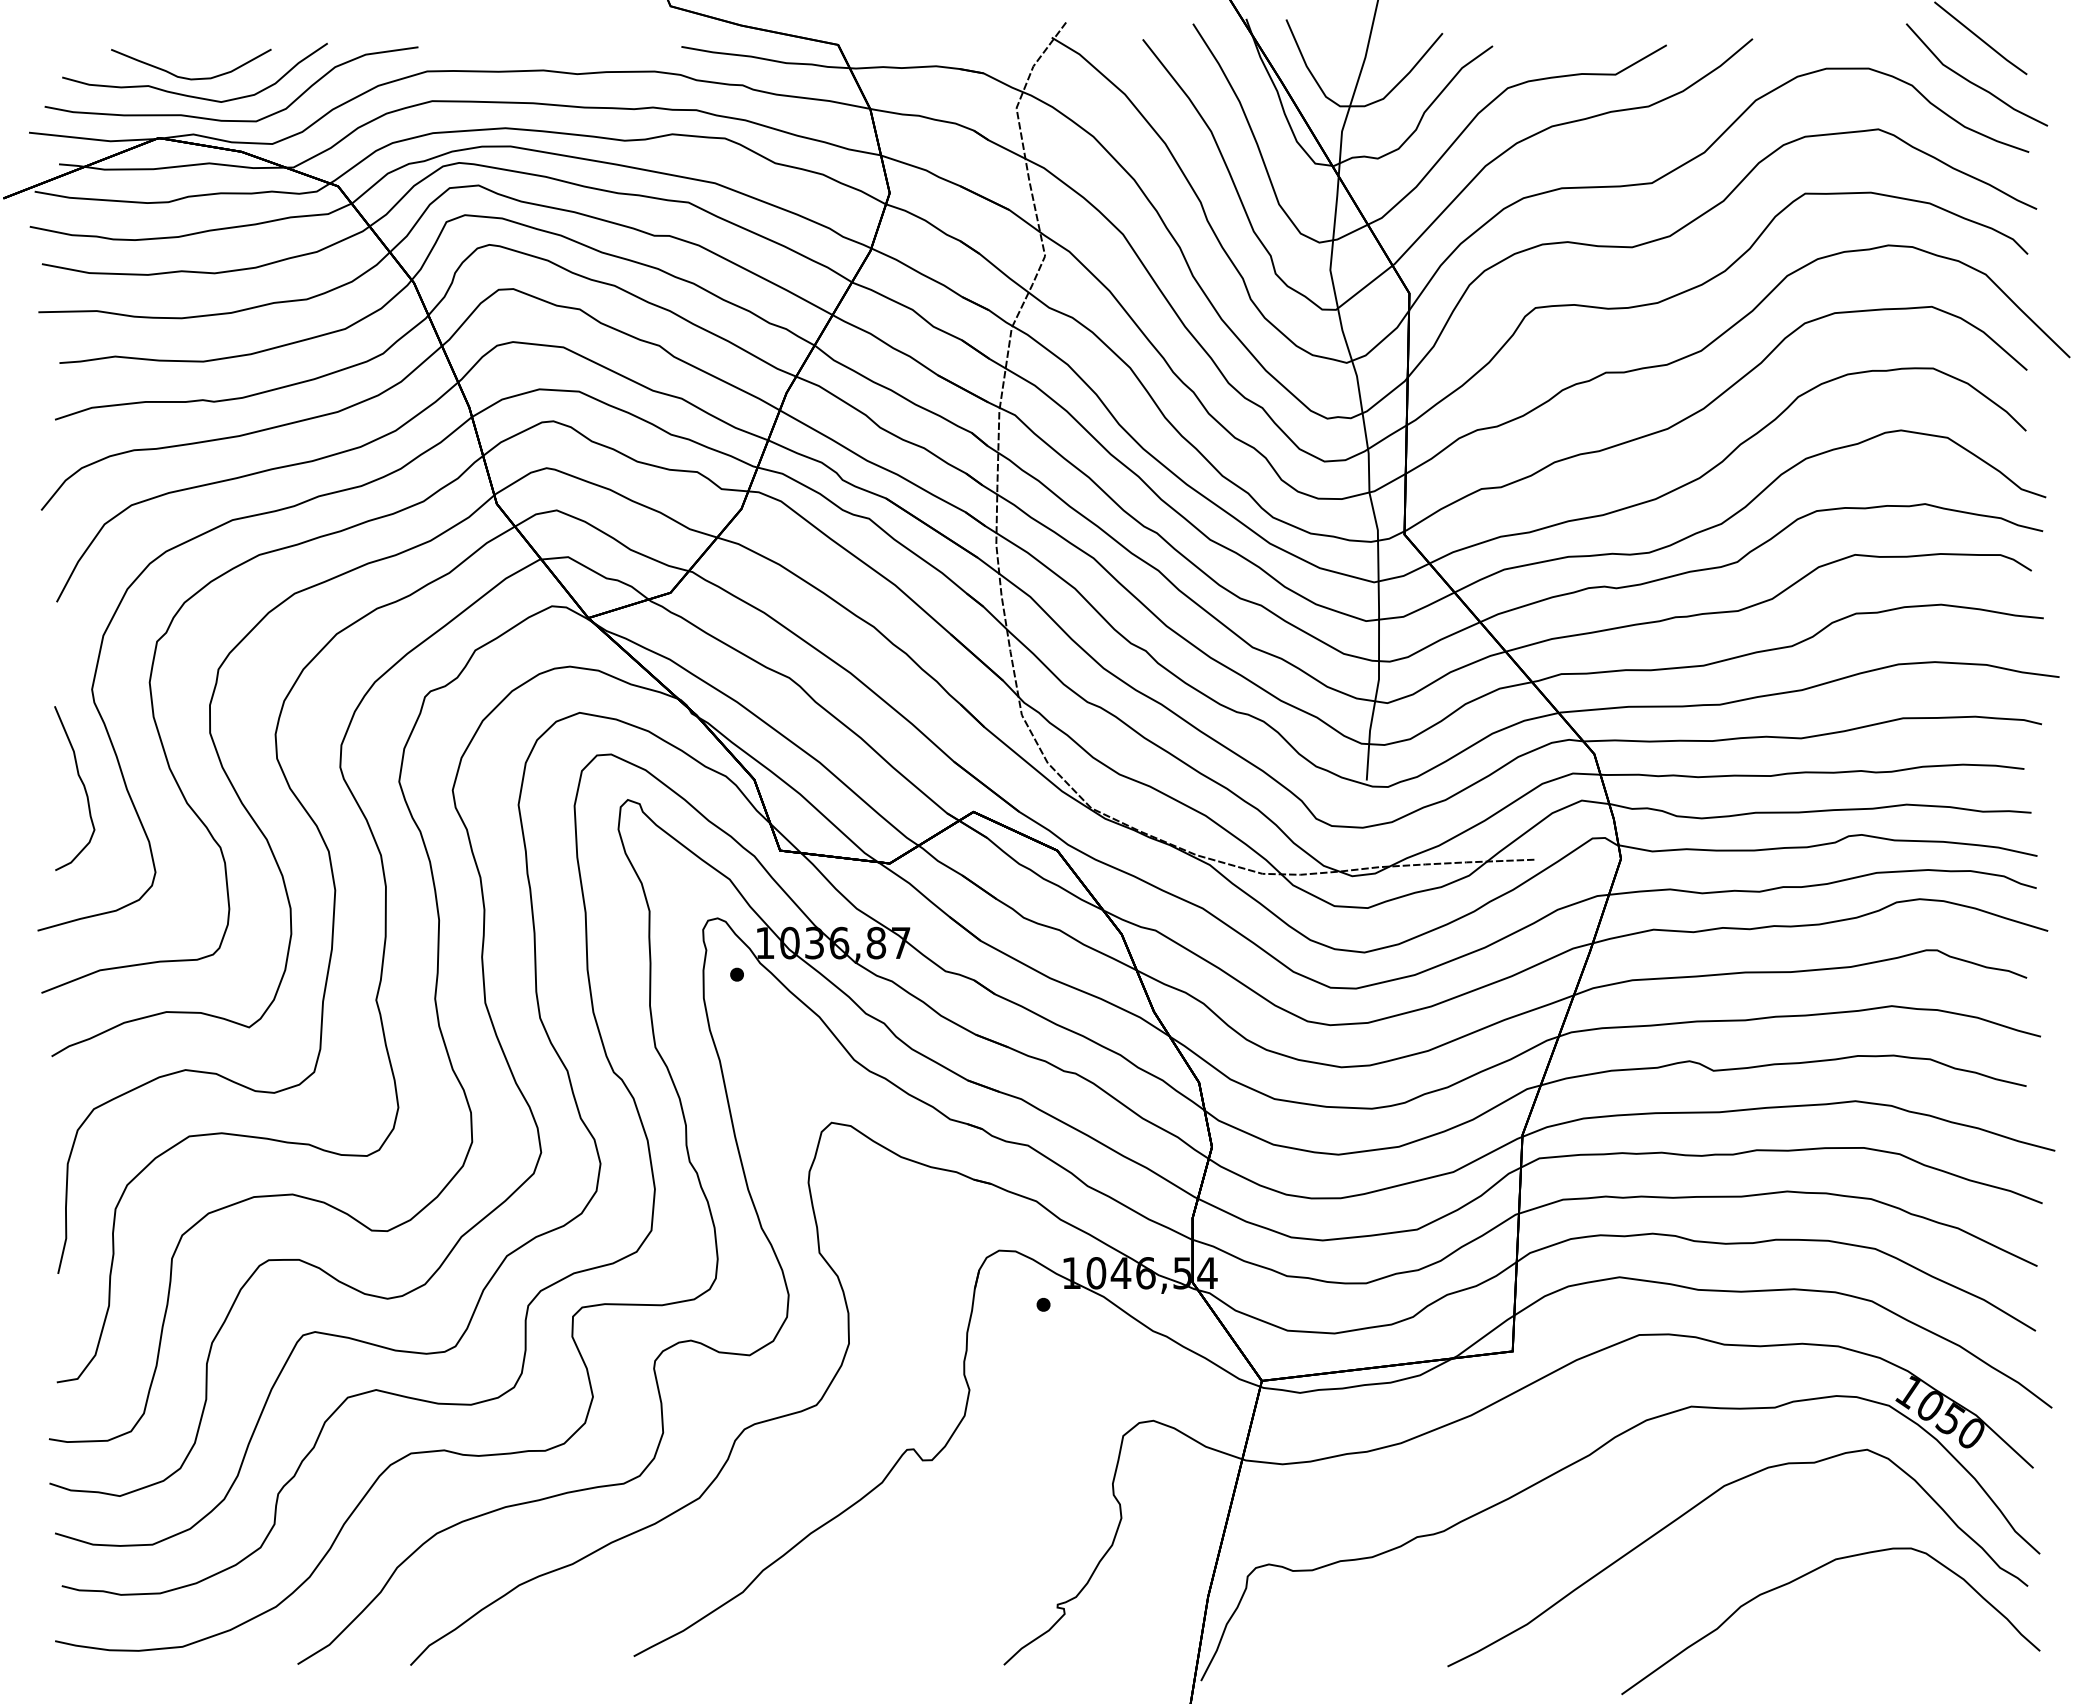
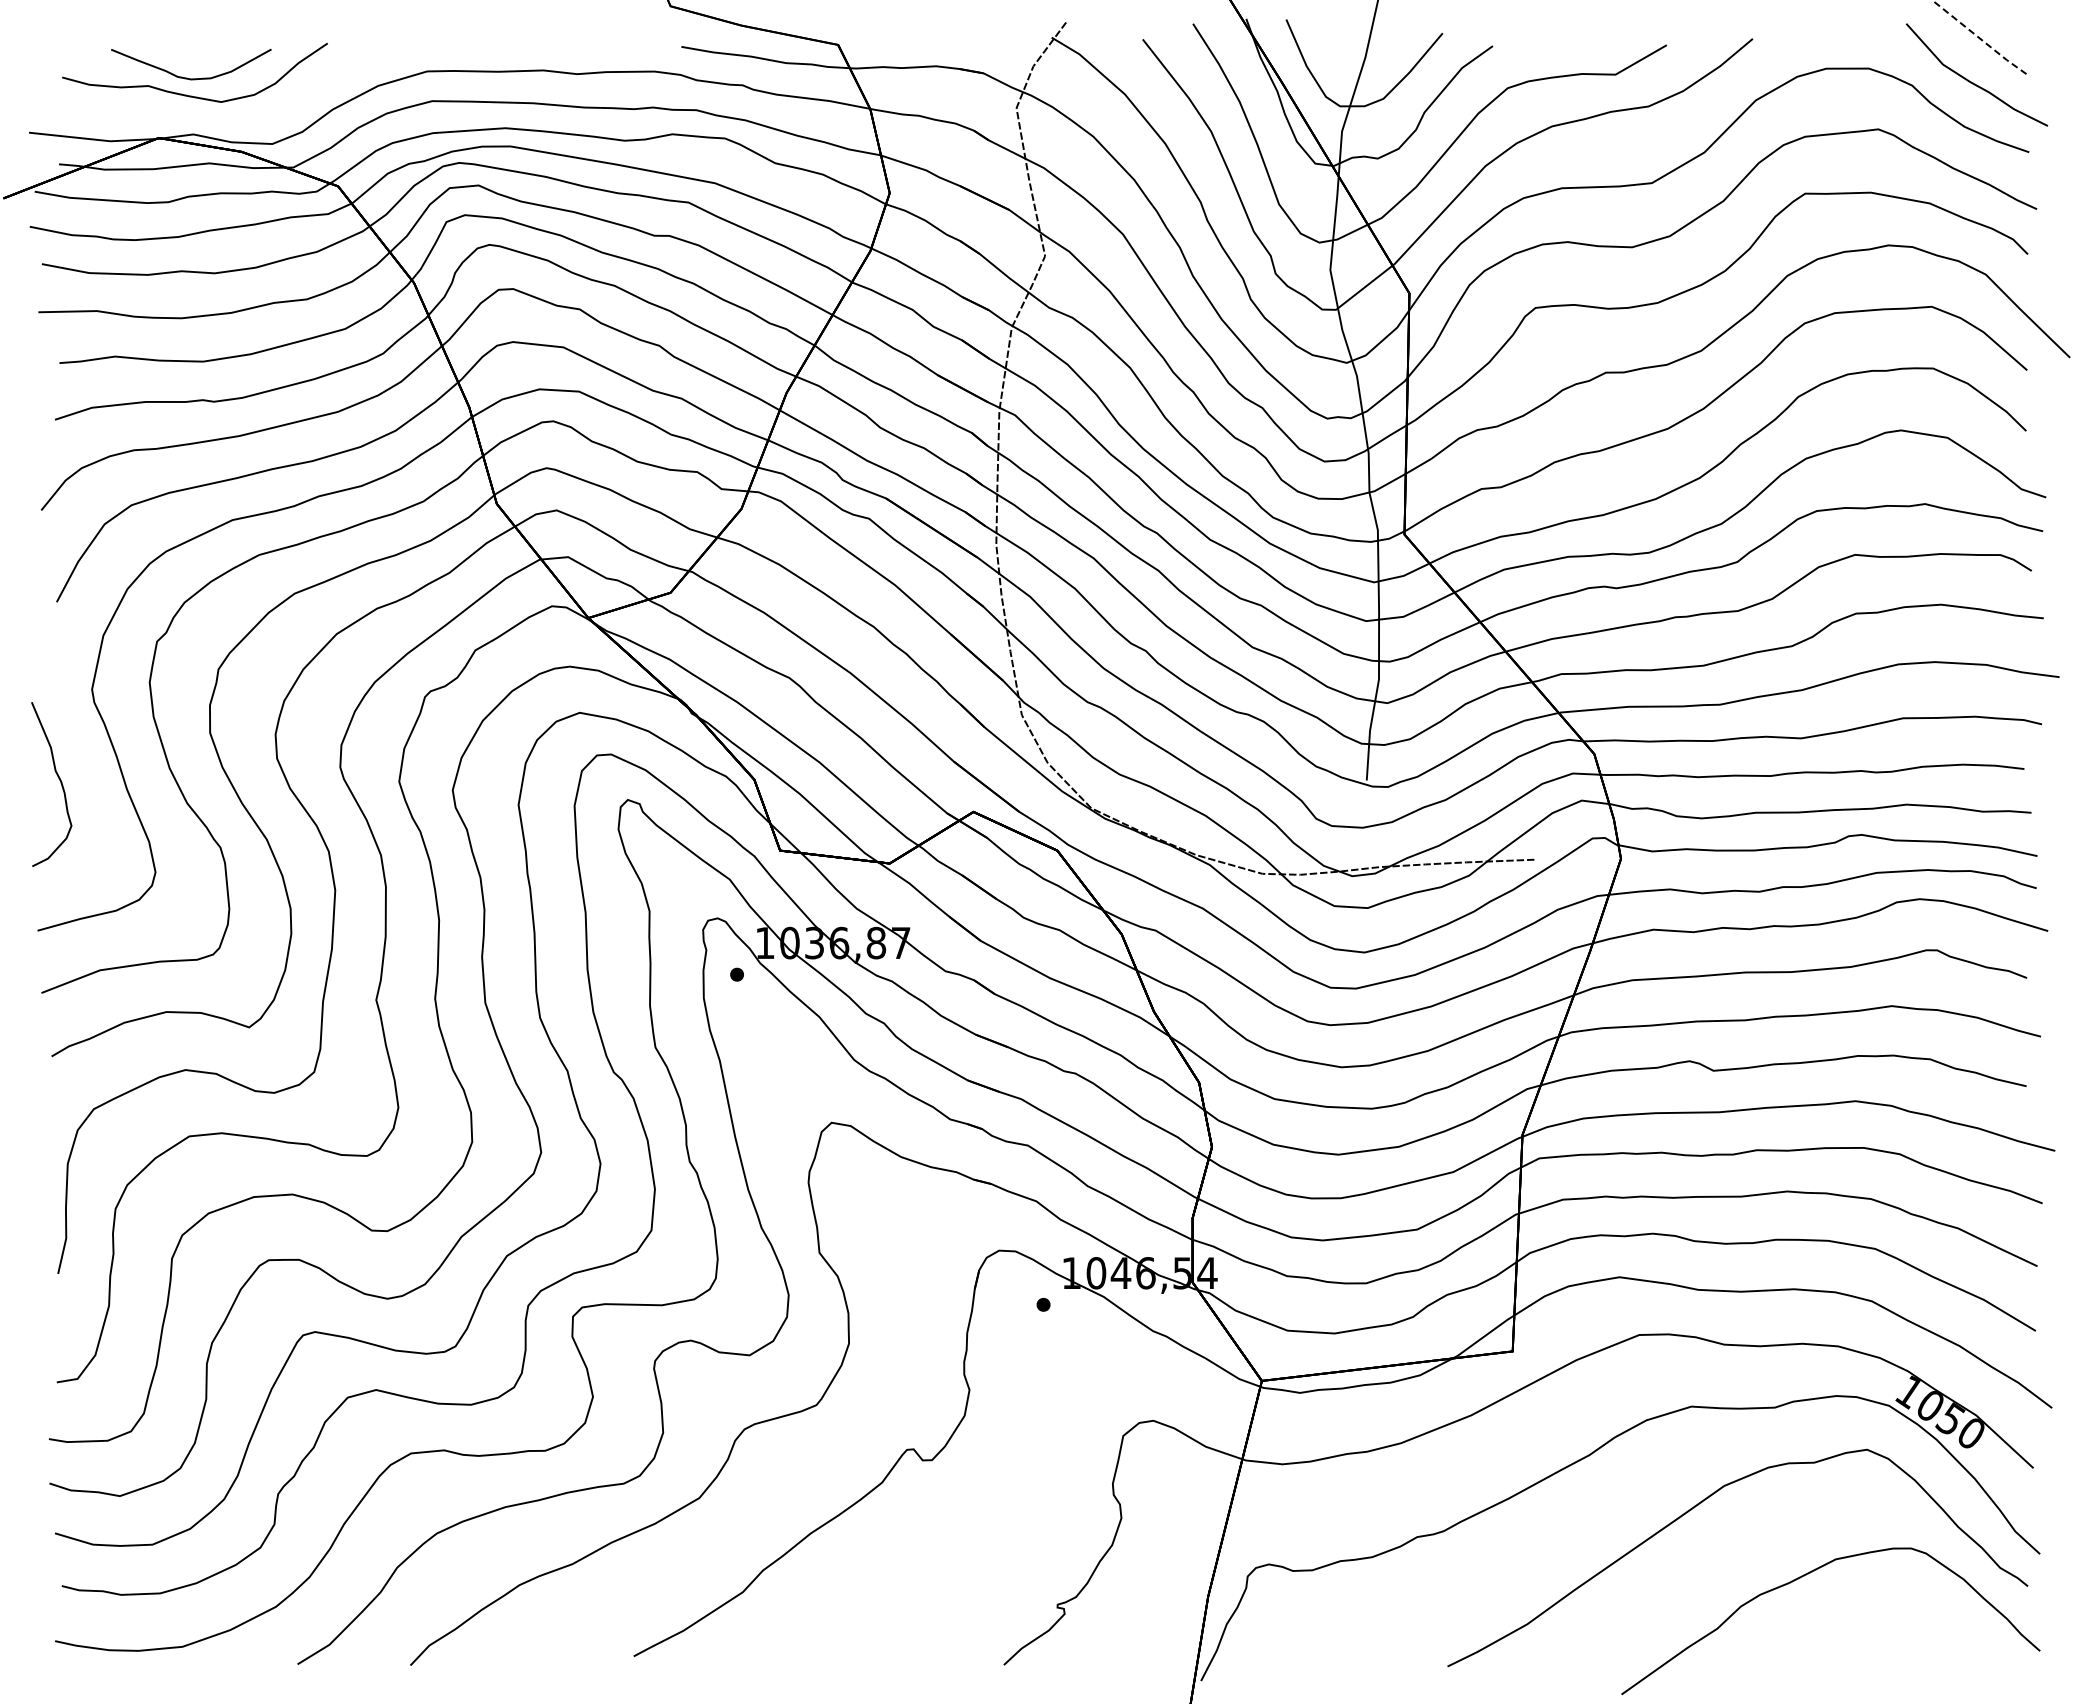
line at (1981, 39): solid -> dashed
curve at (231, 120): present -> none
curve at (82, 784) position: (82, 784) -> (59, 780)
